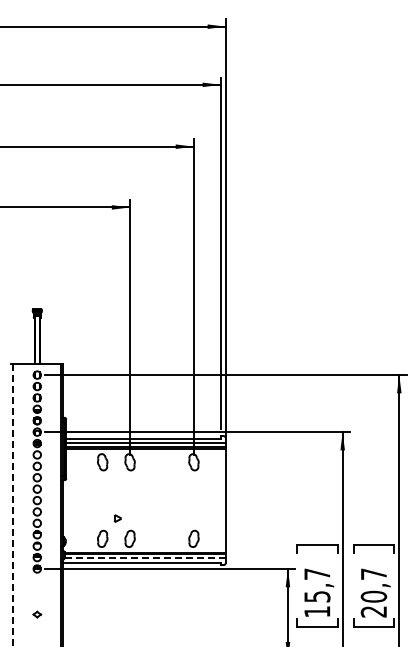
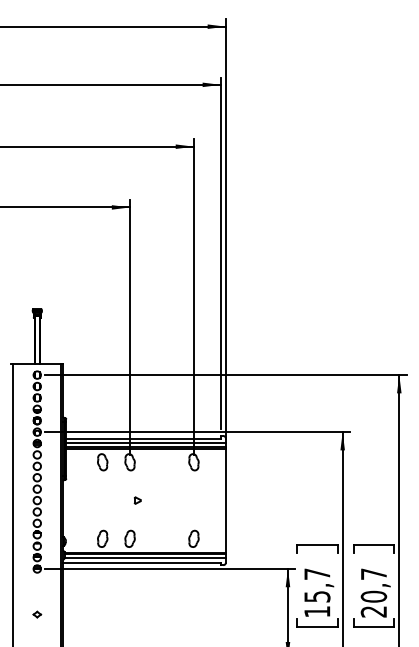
line at (13, 504): dashed -> solid
part at (117, 518) position: (117, 518) -> (137, 500)
line at (145, 558): dashed -> solid
